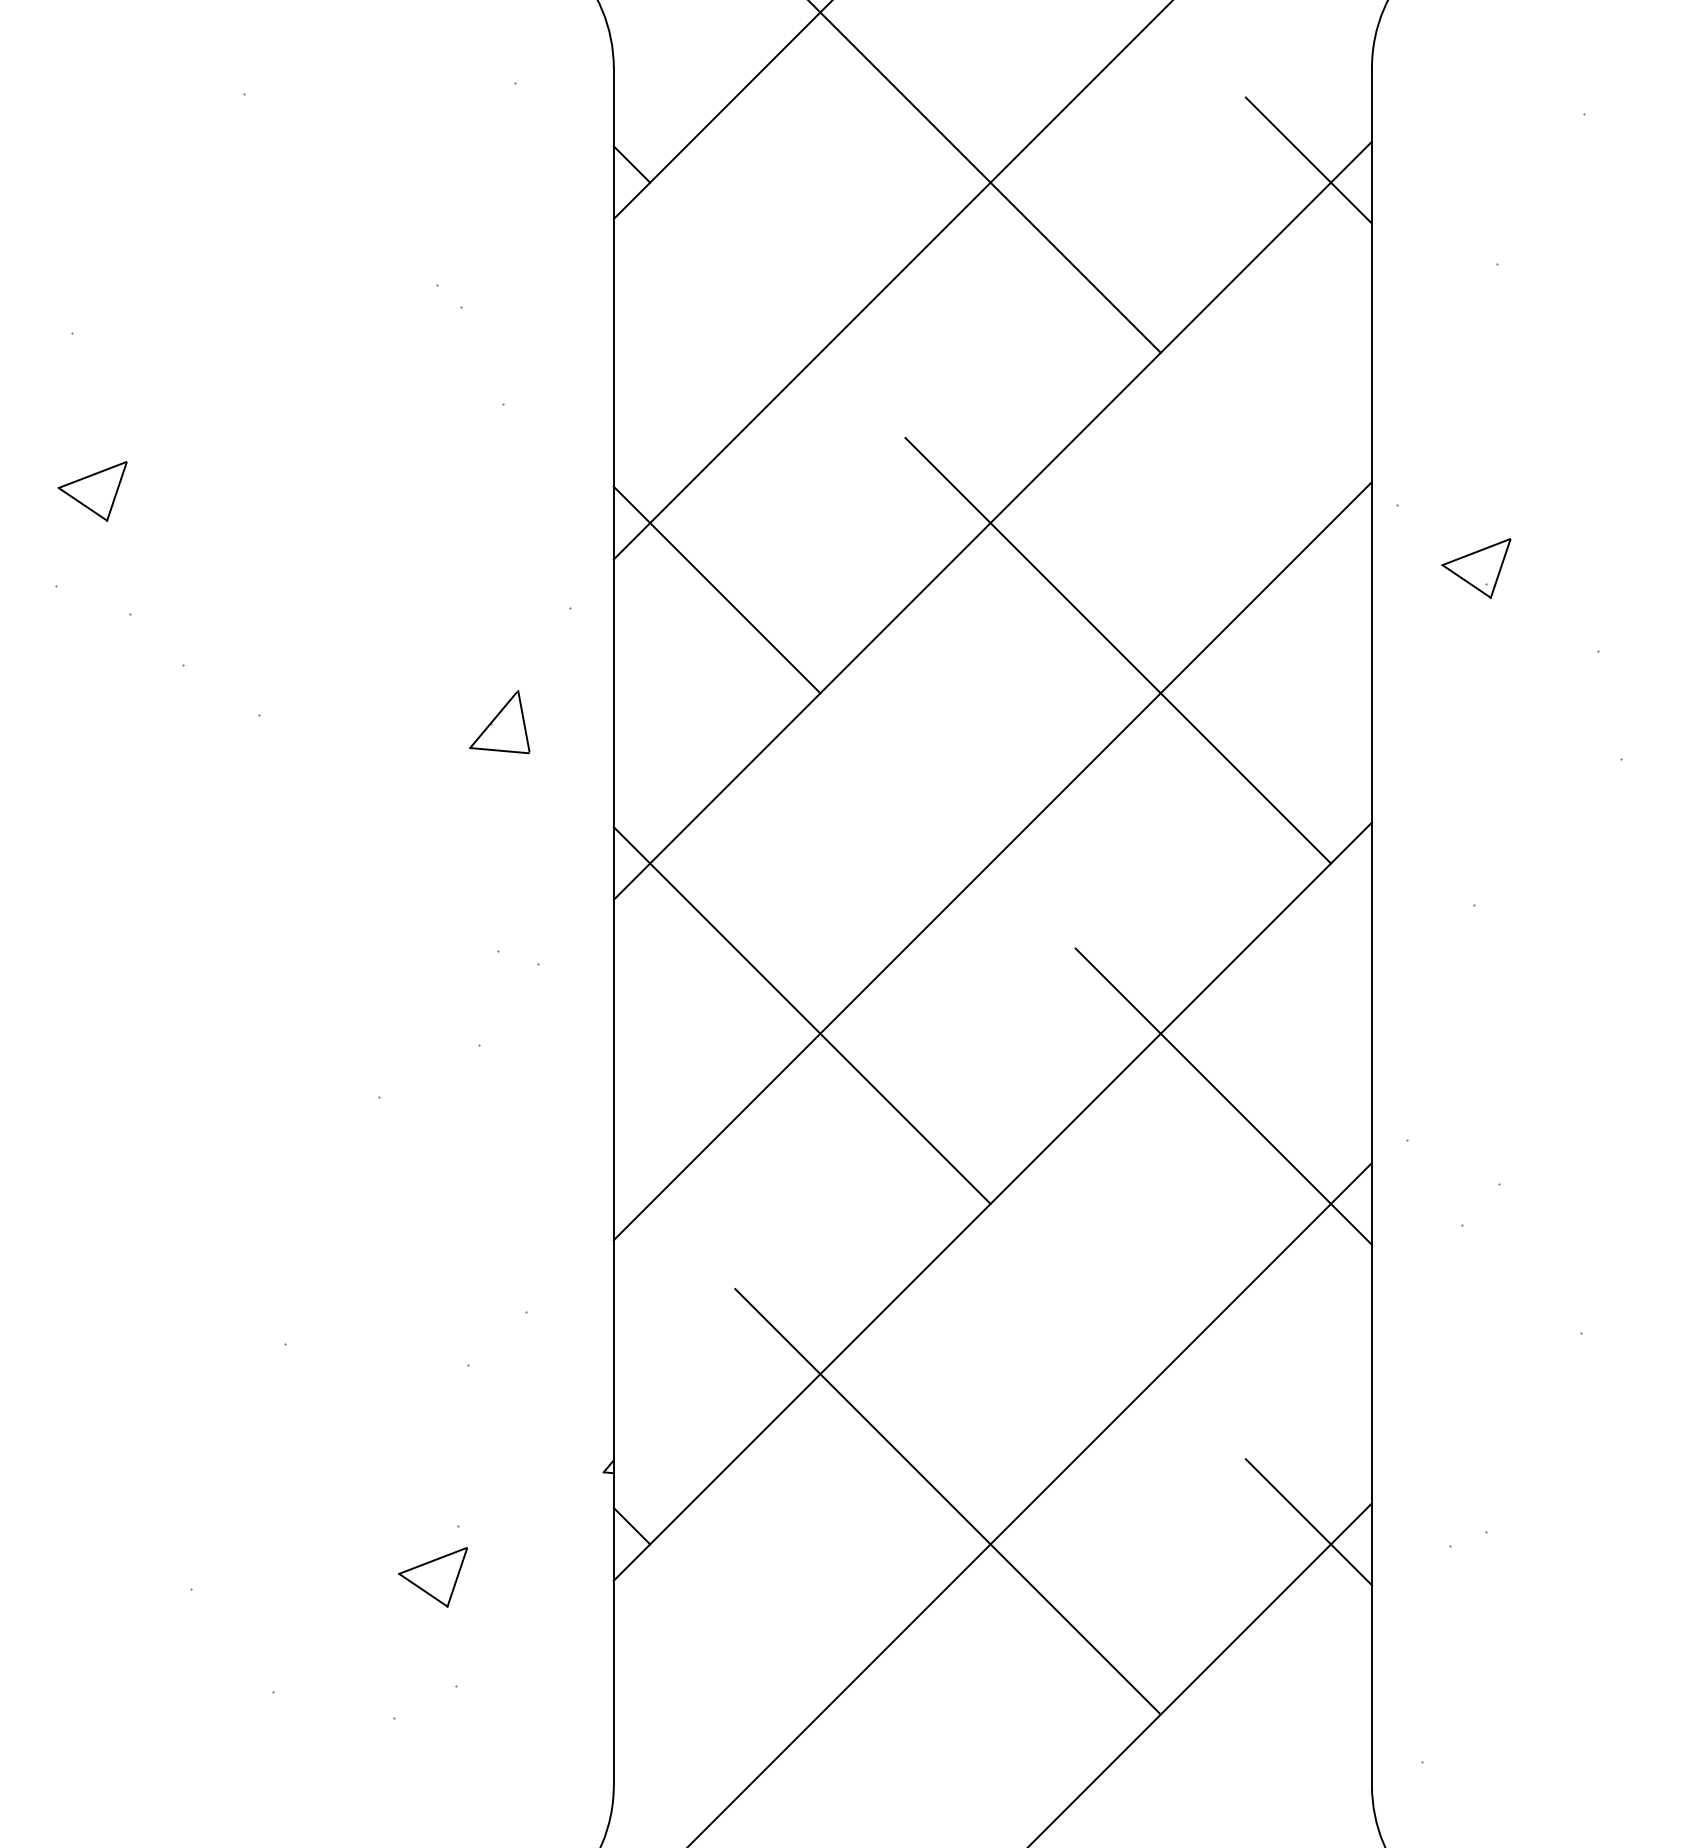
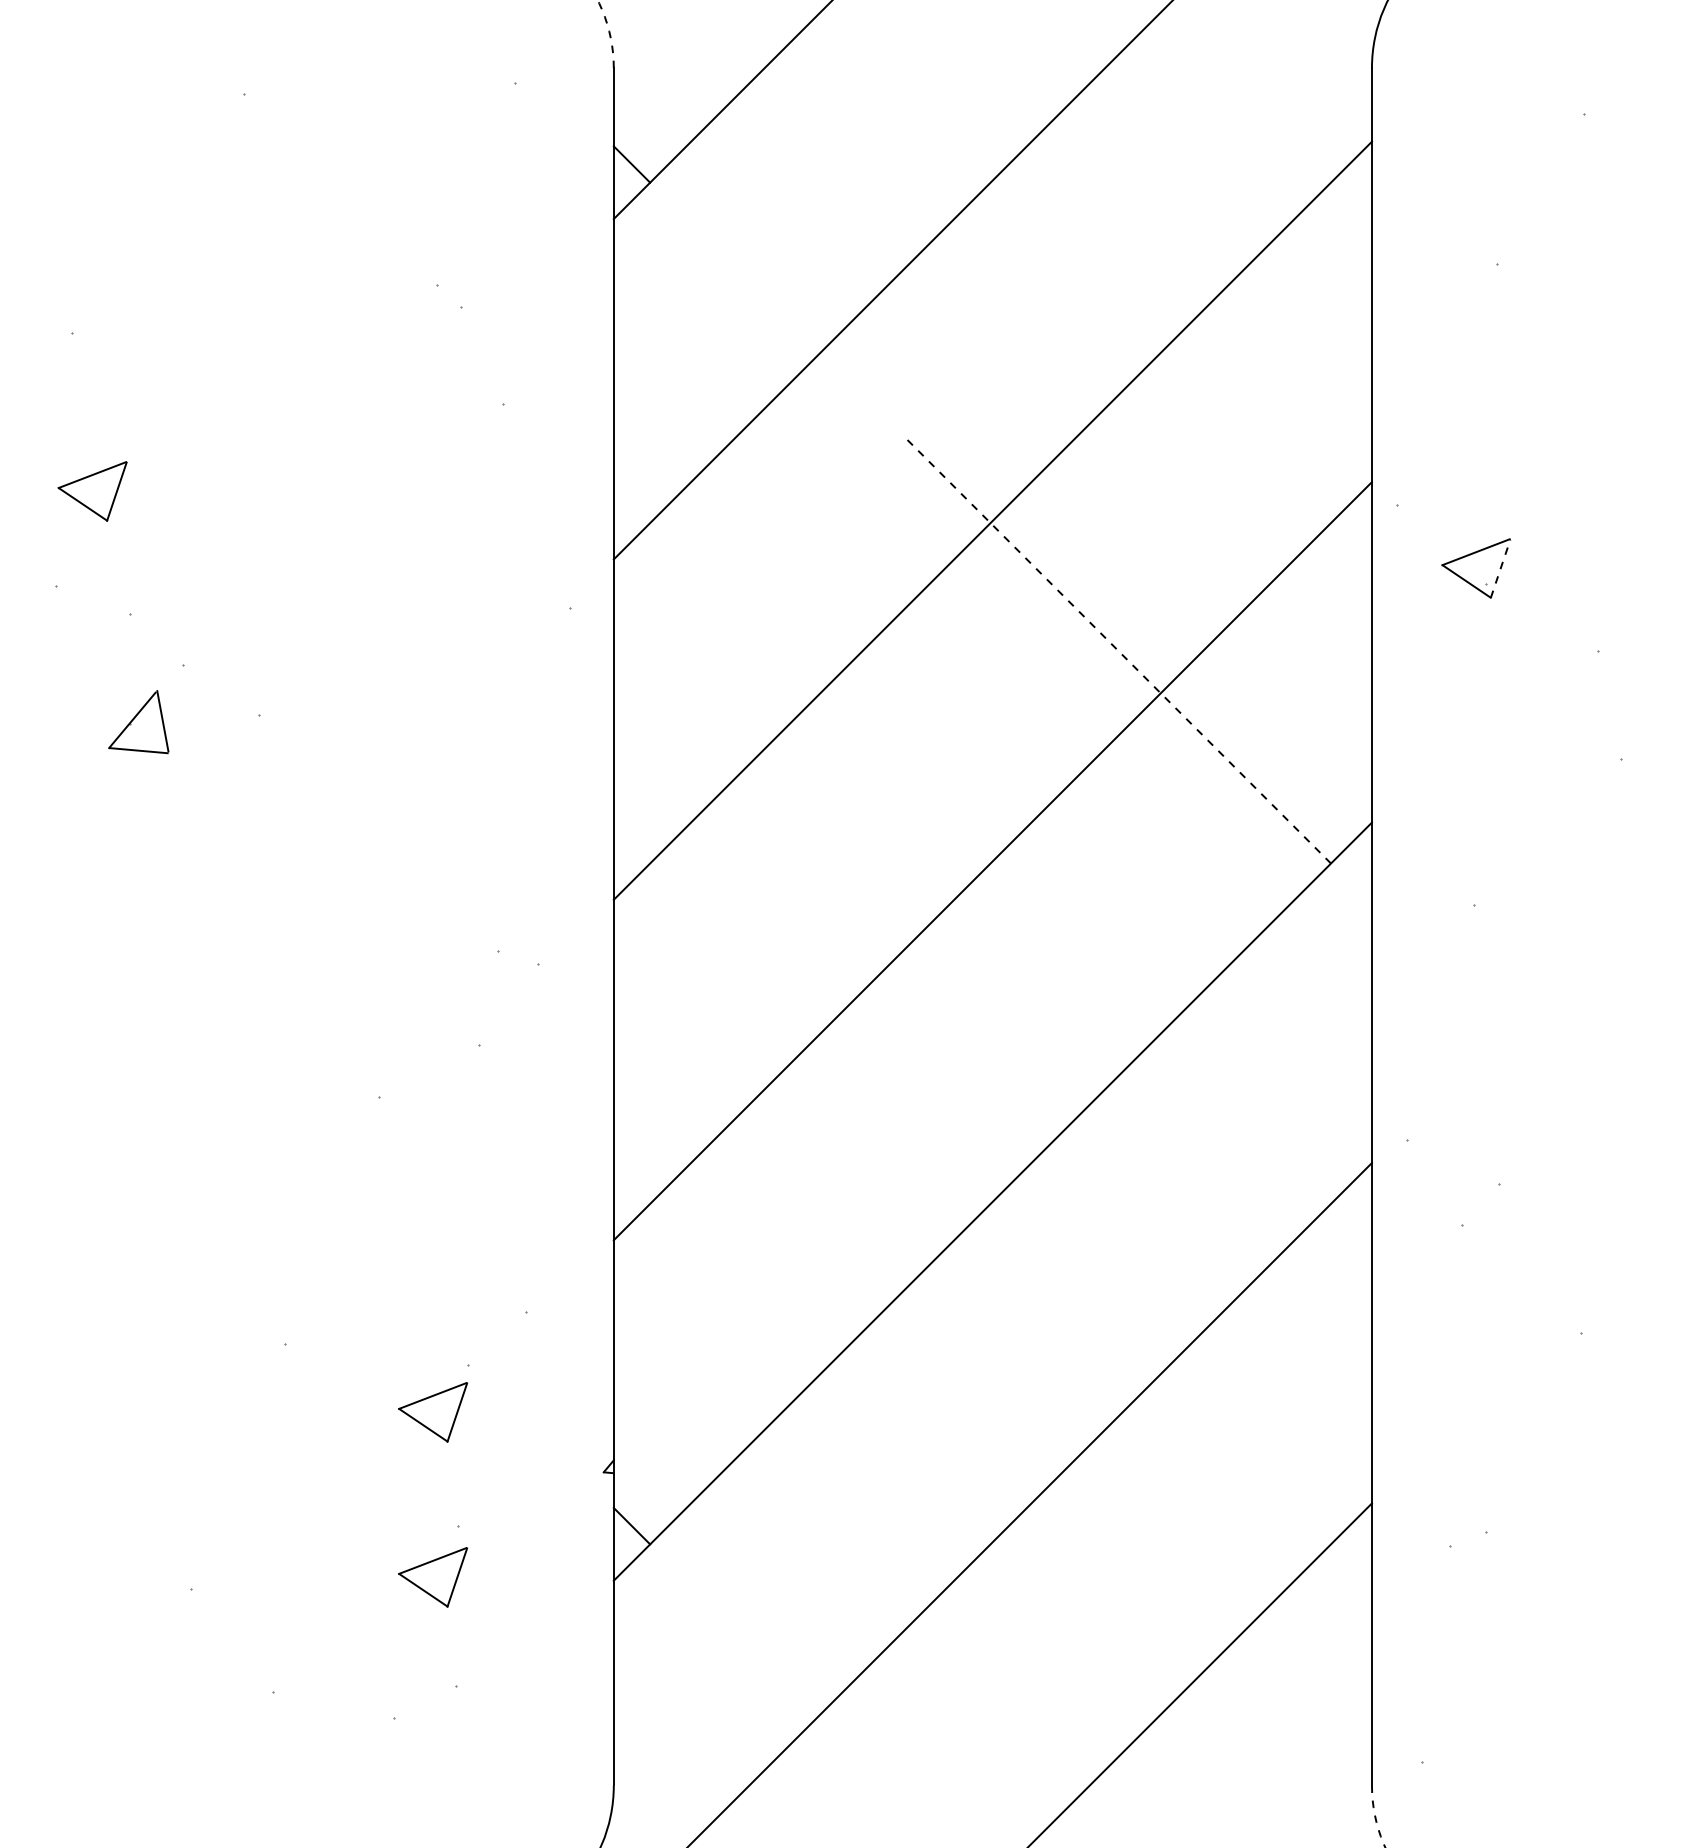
arc at (609, 33): solid -> dashed
line at (1308, 160): present -> none
line at (985, 177): present -> none
line at (1500, 568): solid -> dashed
line at (716, 589): present -> none
line at (1118, 650): solid -> dashed
part at (499, 722) position: (499, 722) -> (138, 722)
line at (801, 1015): present -> none
line at (1223, 1096): present -> none
part at (433, 1412): none -> present
line at (947, 1501): present -> none
line at (1308, 1522): present -> none
arc at (1375, 1817): solid -> dashed
